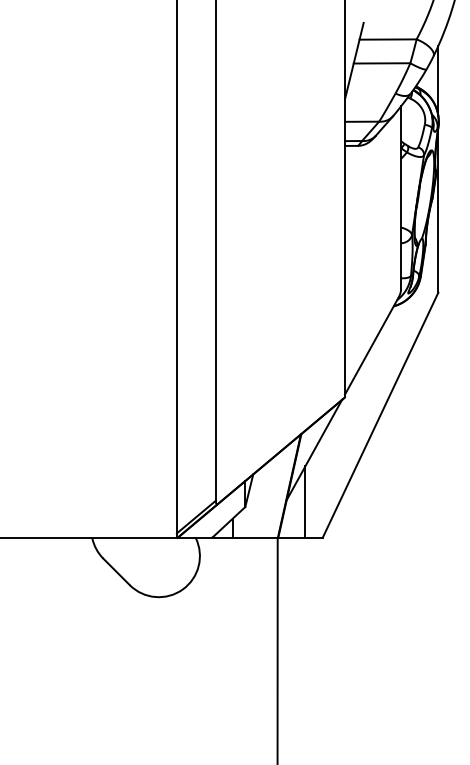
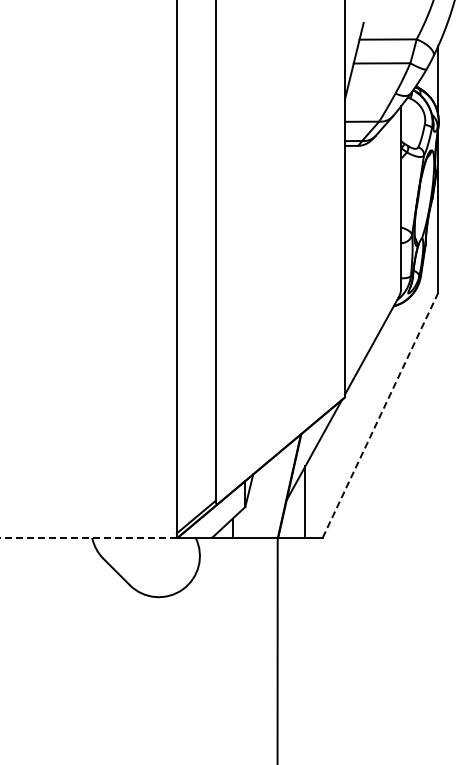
line at (380, 415): solid -> dashed
line at (88, 537): solid -> dashed
